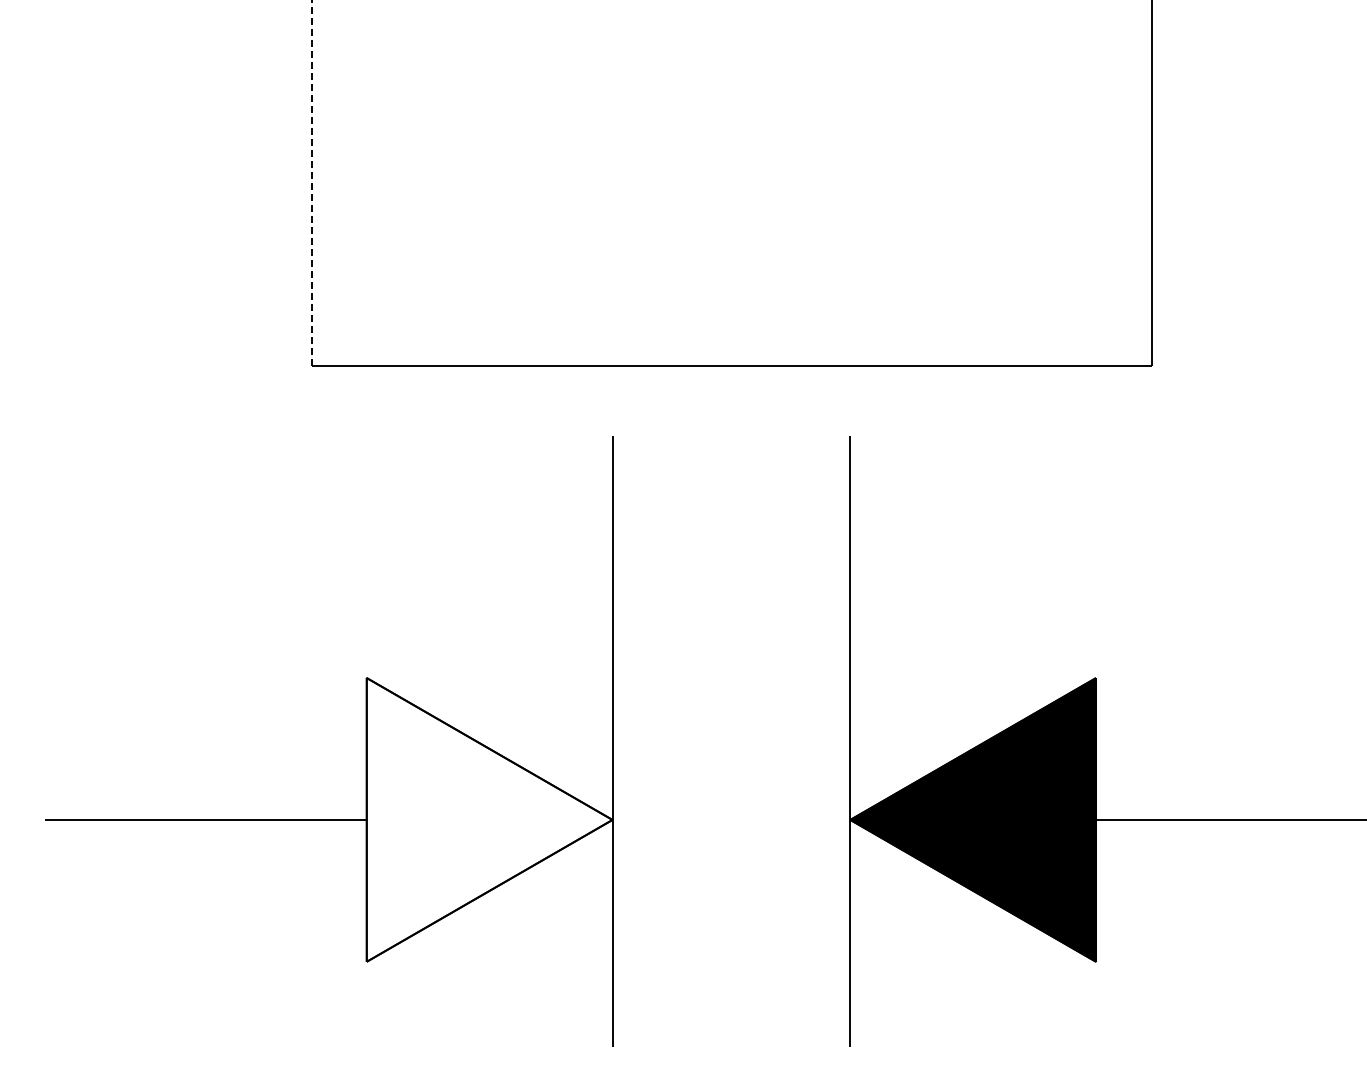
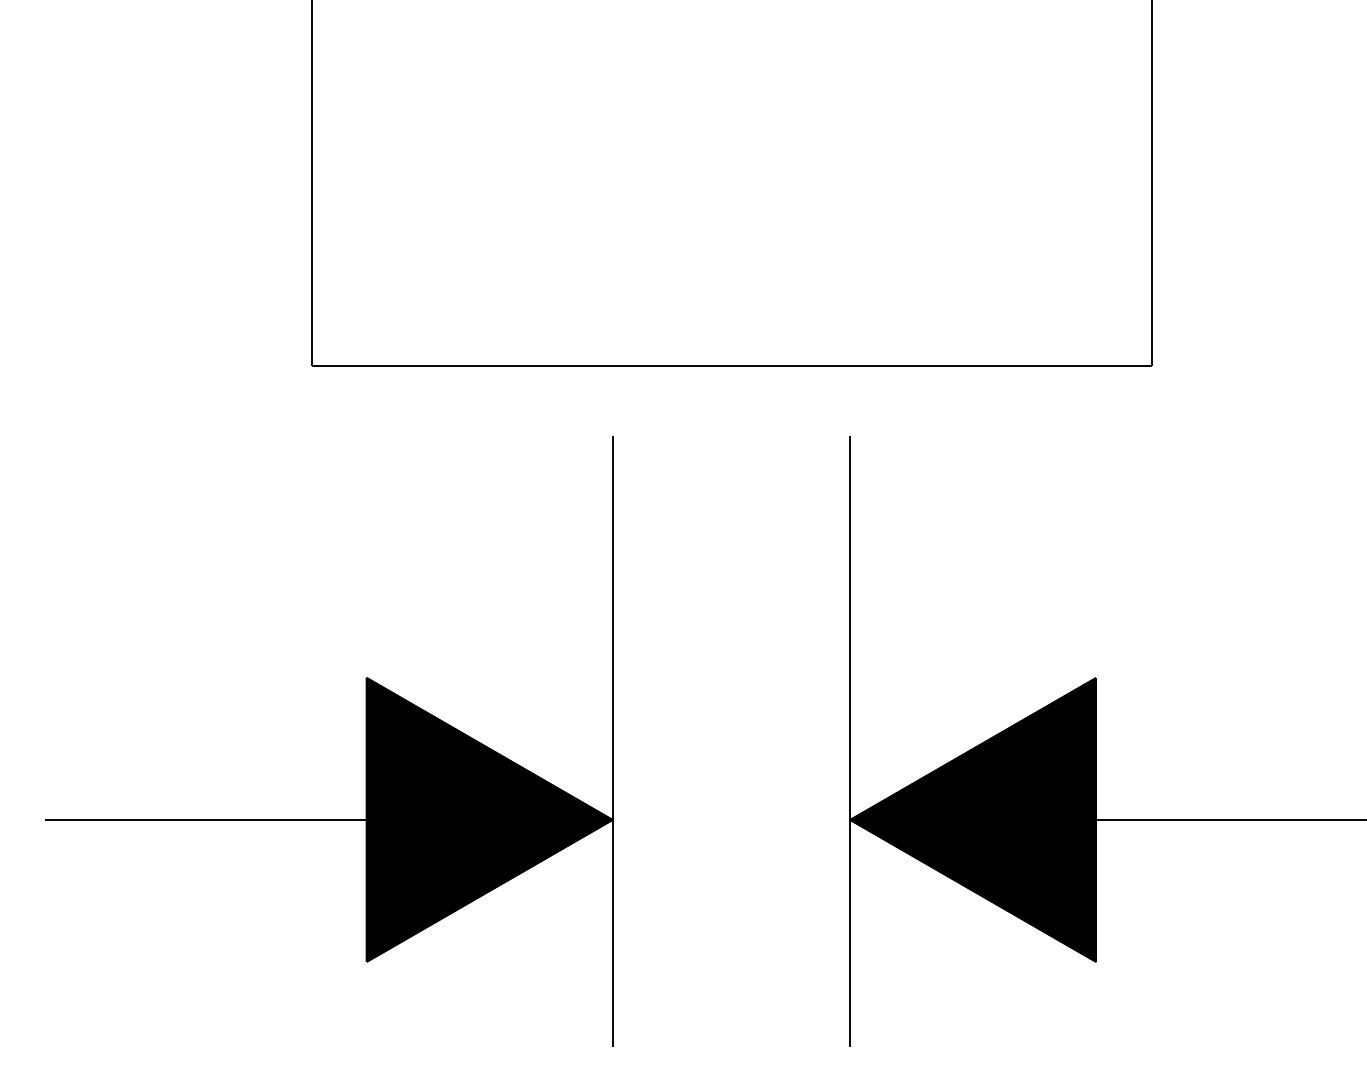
line at (311, 183): dashed -> solid
fill at (489, 819): none -> present
